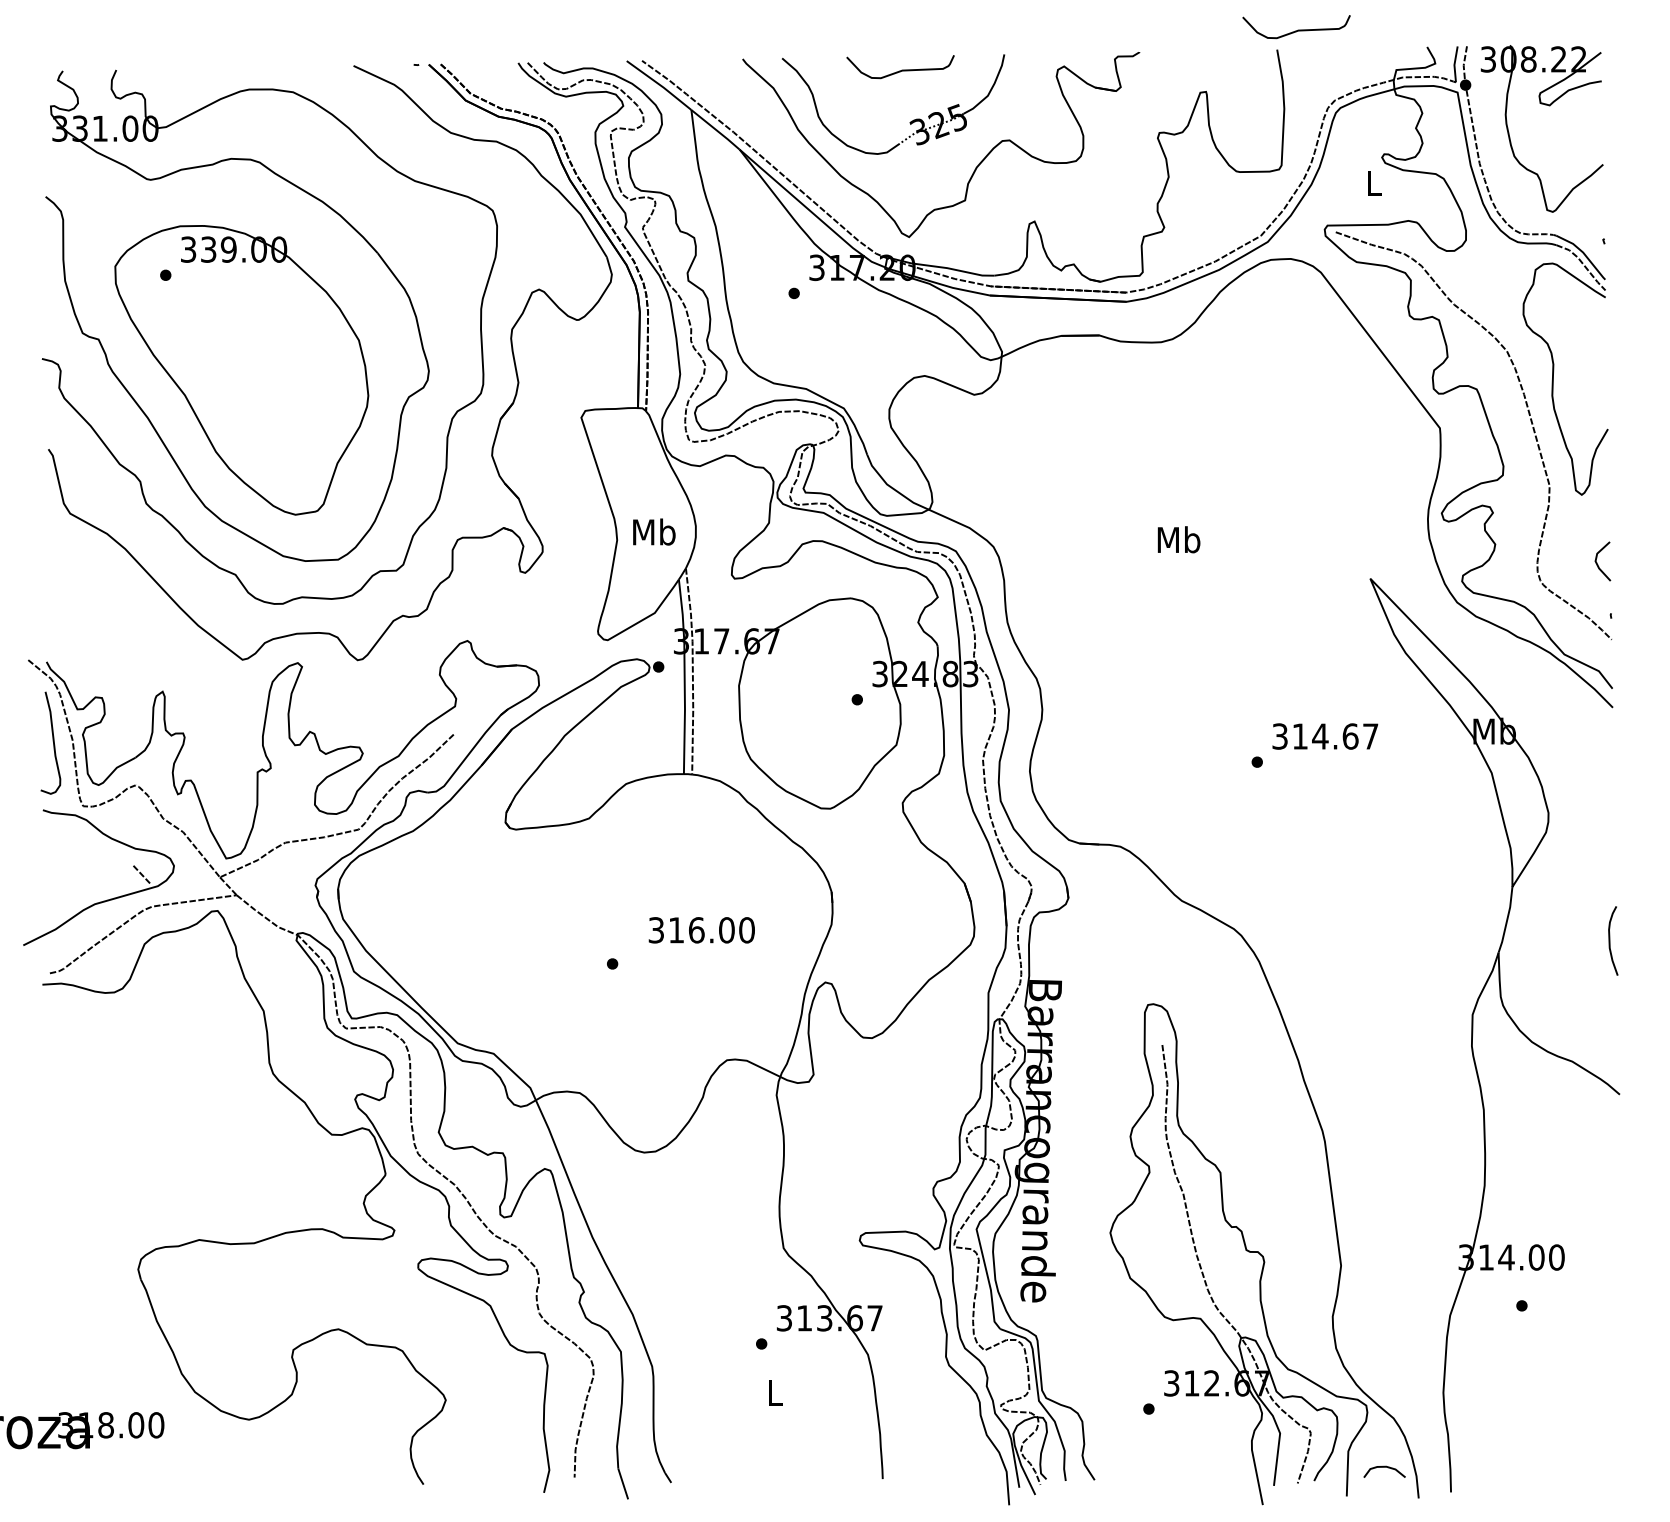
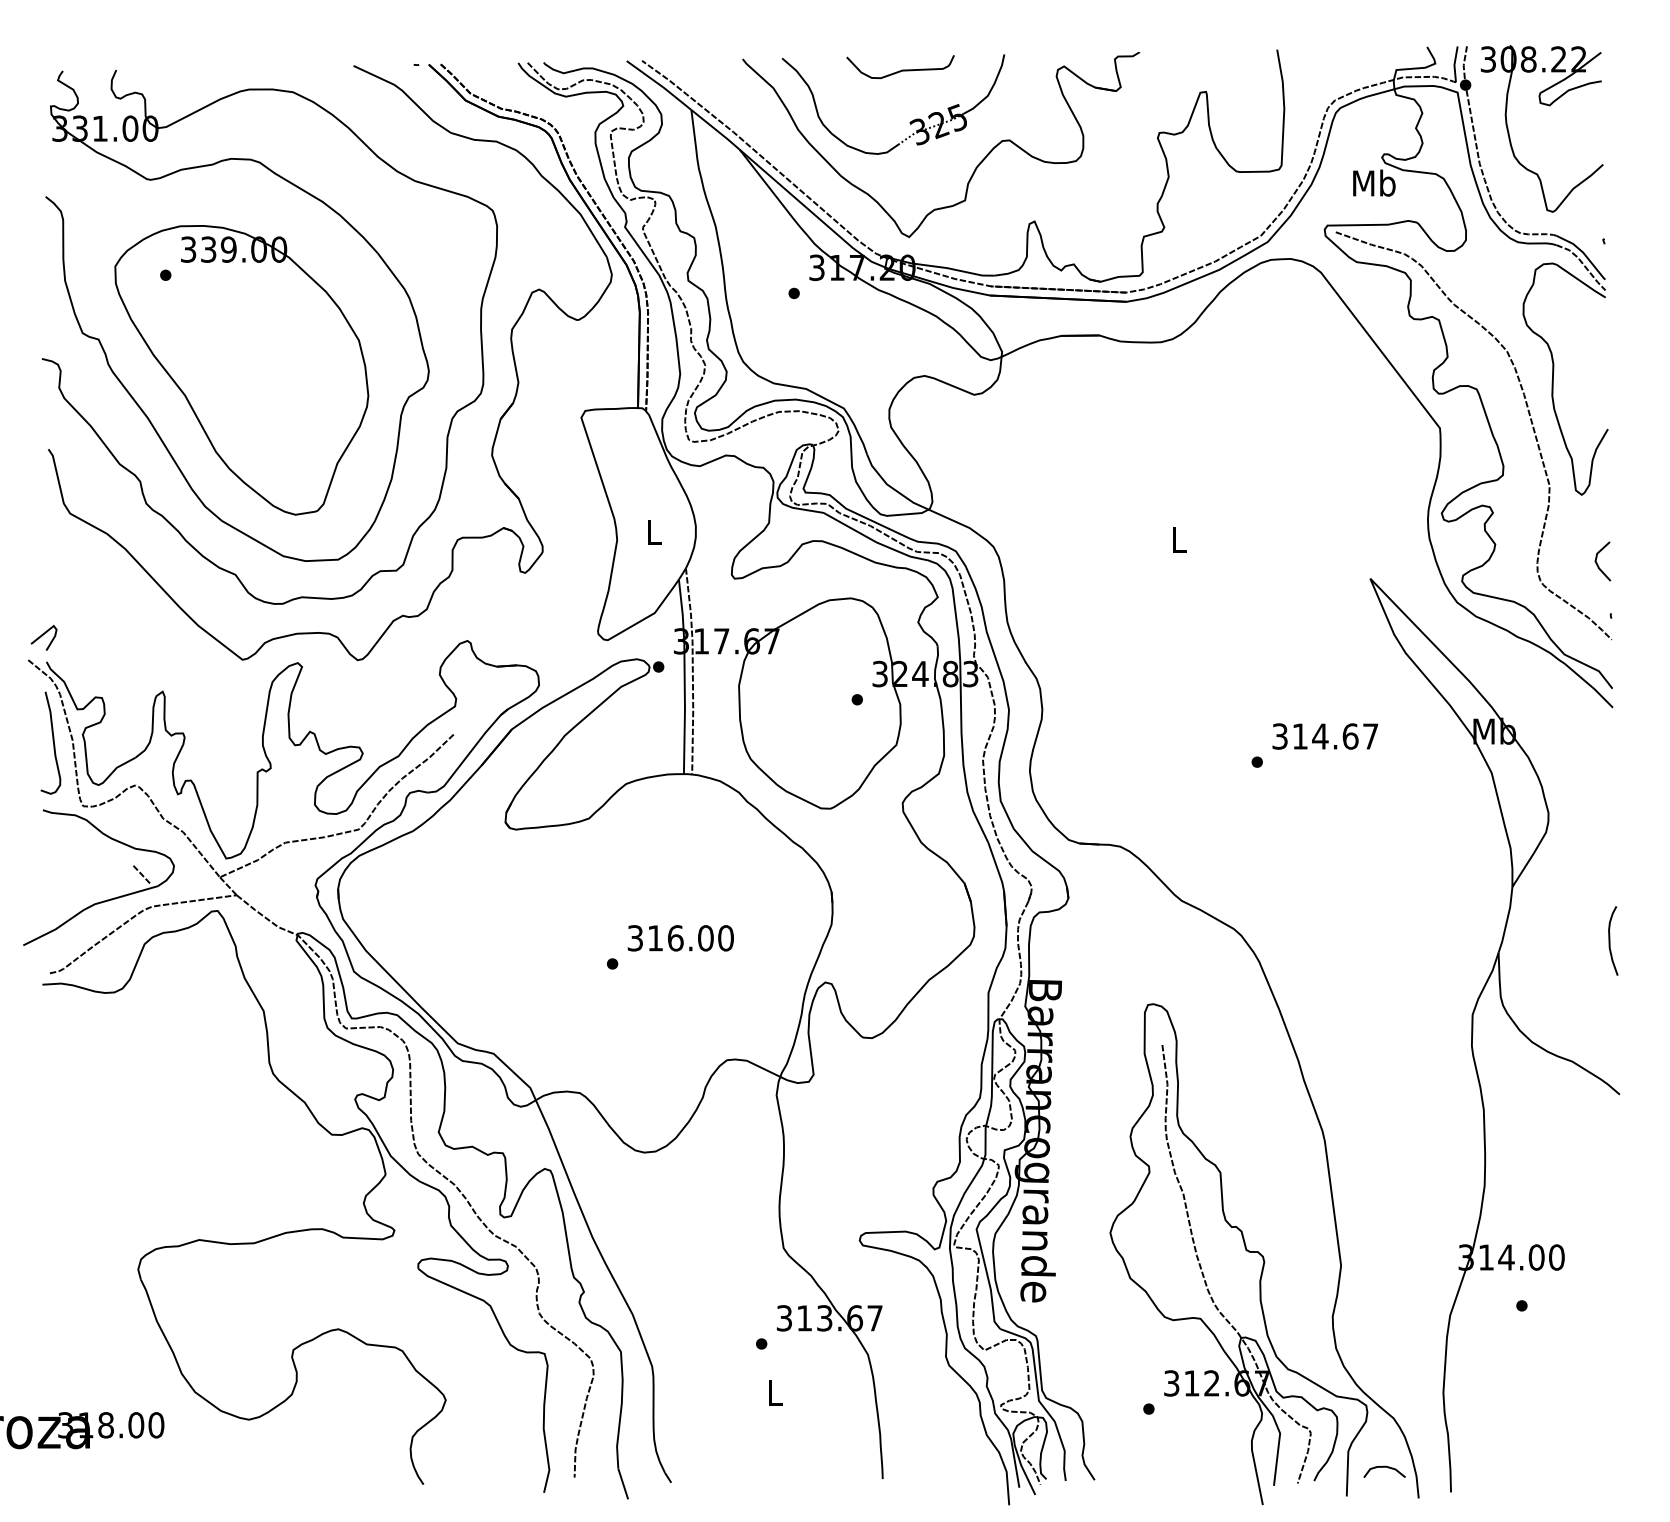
curve at (1298, 29): present -> none
text at (1374, 182): L -> Mb
text at (654, 531): Mb -> L
text at (1178, 539): Mb -> L
line at (42, 636): none -> present
text at (701, 930) position: (701, 930) -> (680, 938)
